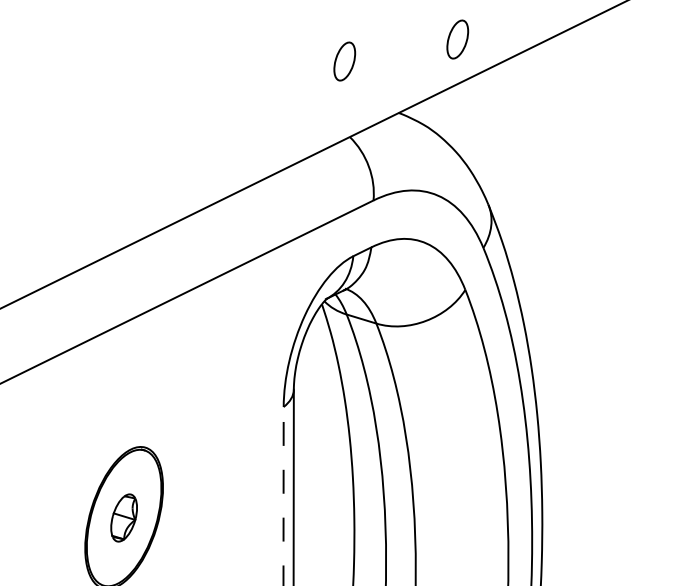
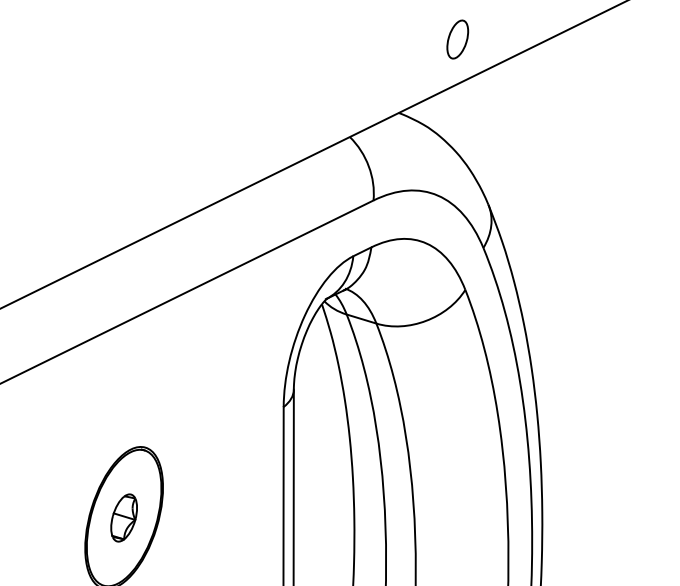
part at (344, 61): present -> none
line at (283, 496): dashed -> solid
